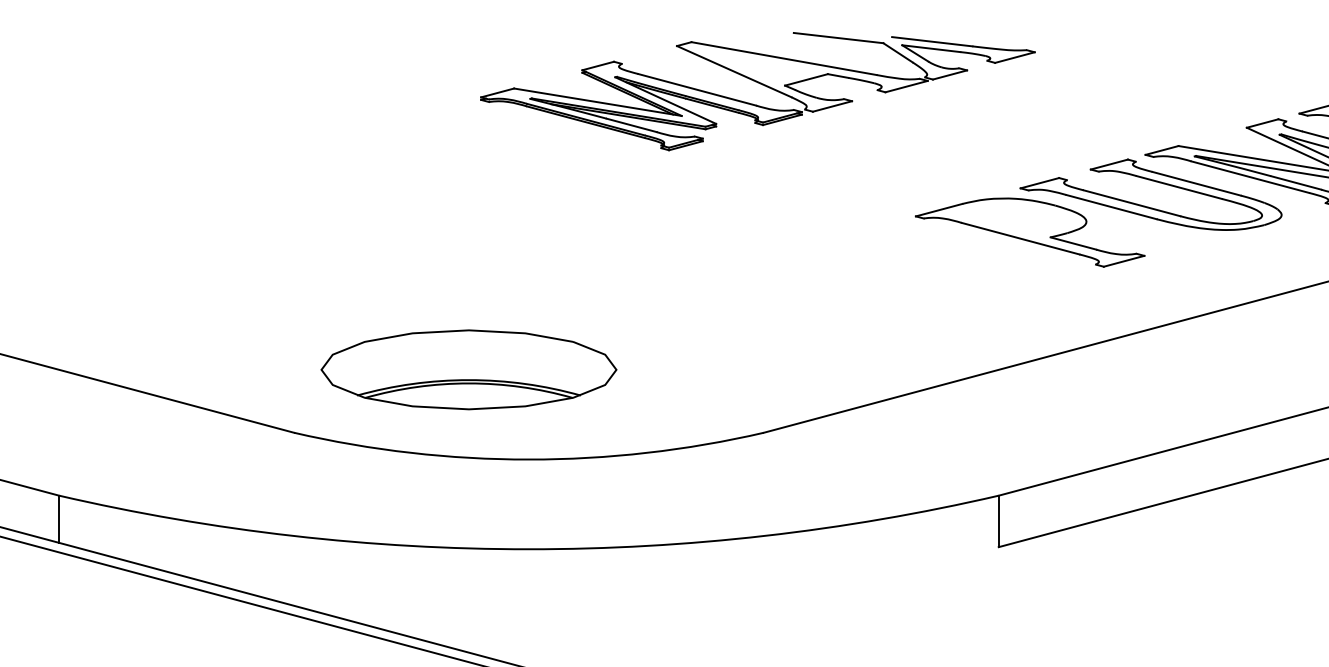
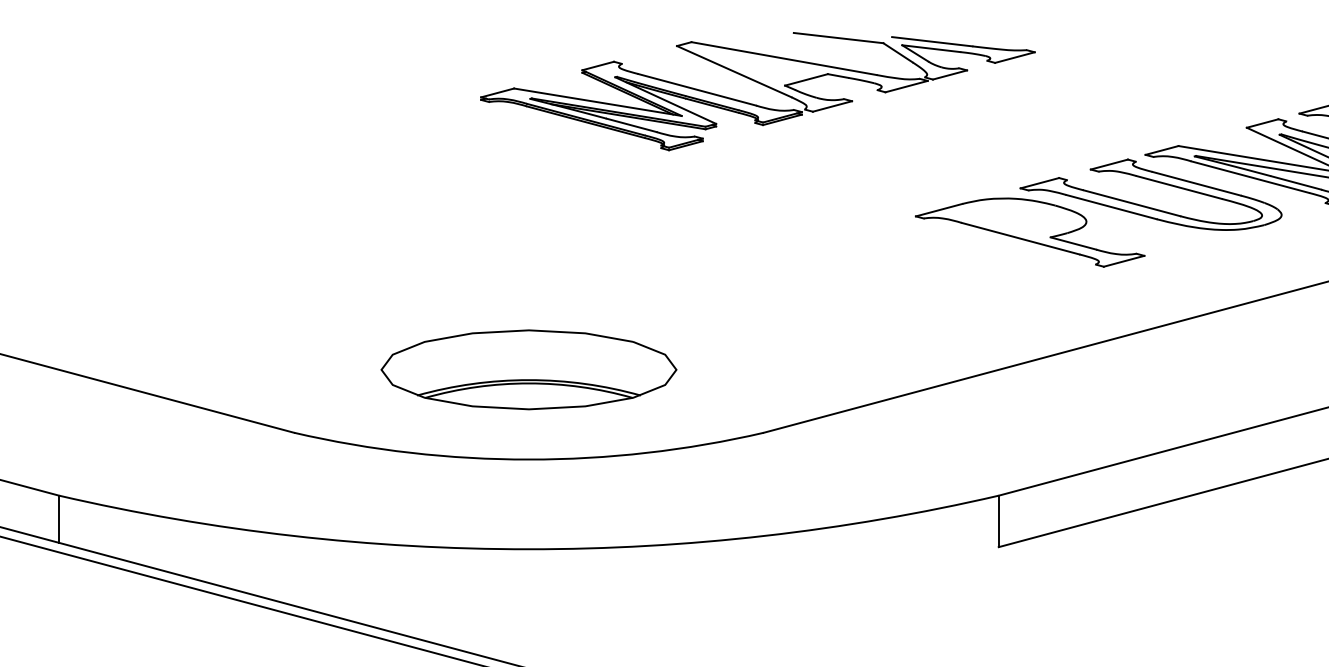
part at (468, 369) position: (468, 369) -> (528, 369)
